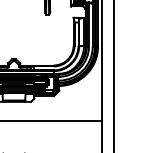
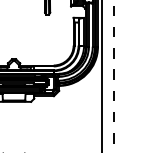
line at (113, 76): solid -> dashed
line at (52, 120): present -> none
